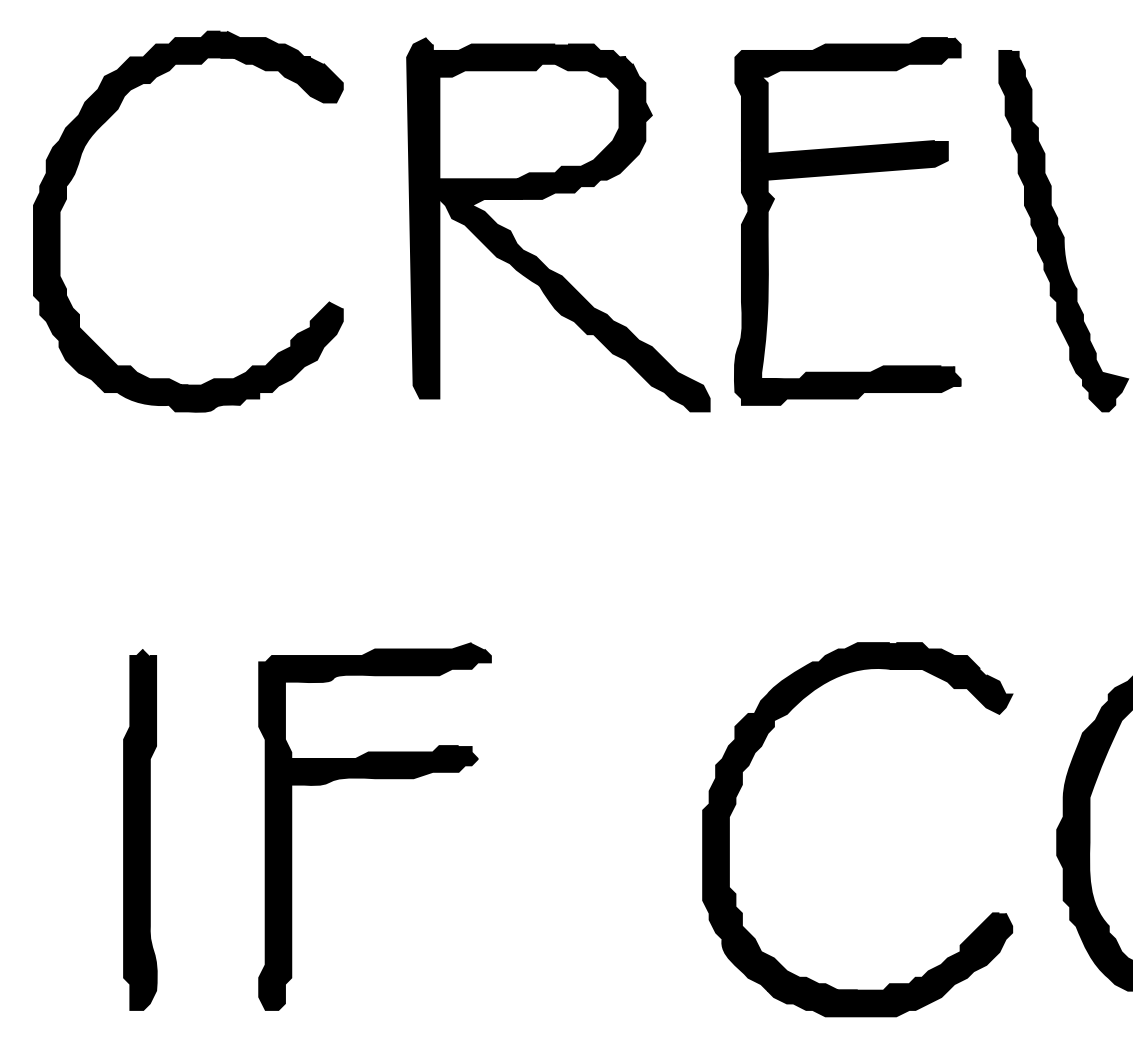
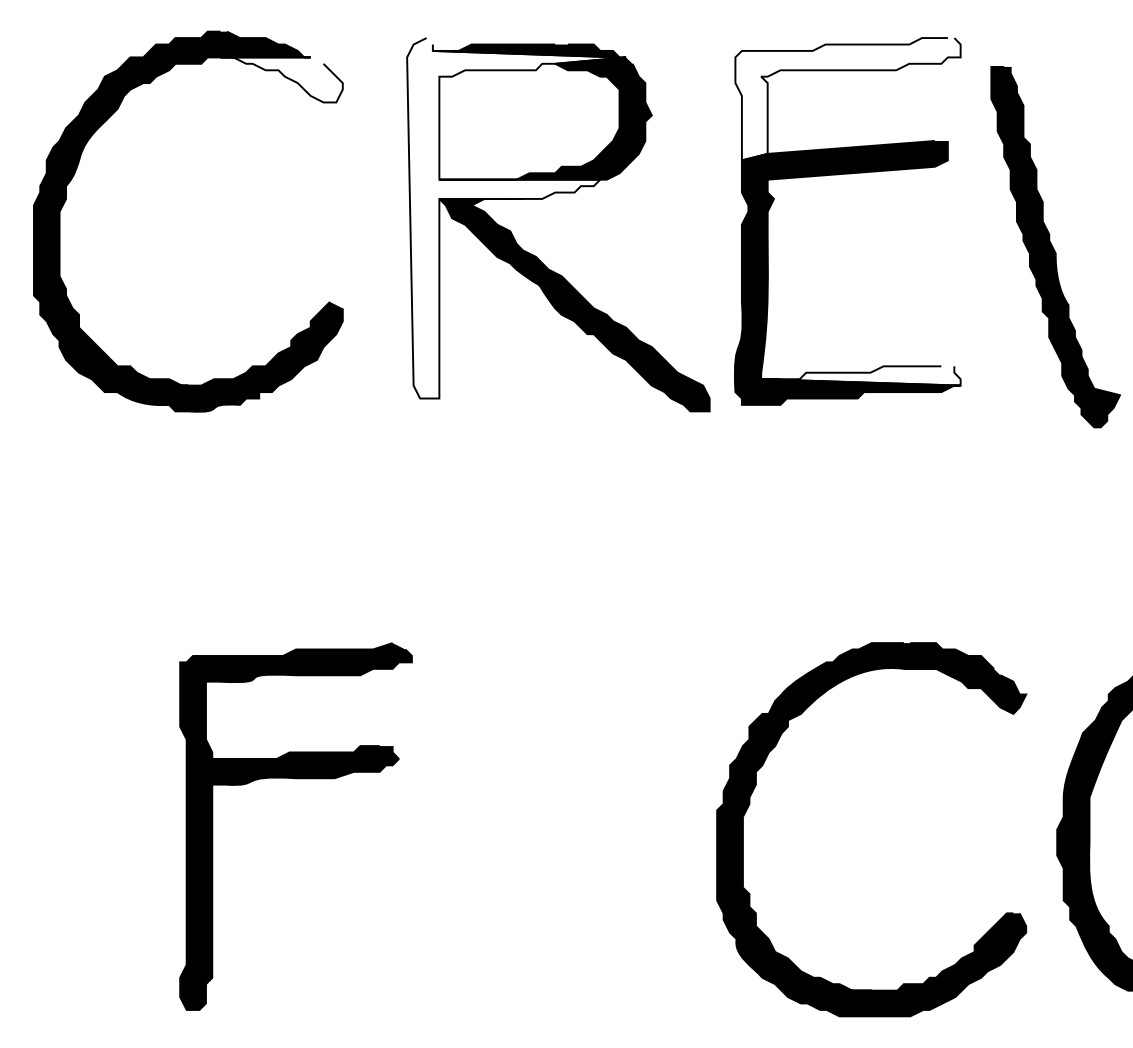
fill at (281, 79): present -> none
fill at (847, 99): present -> none
fill at (516, 218): present -> none
part at (1063, 231) position: (1063, 231) -> (1055, 247)
fill at (860, 375): present -> none
part at (374, 779) position: (374, 779) -> (295, 779)
part at (742, 785) position: (742, 785) -> (756, 785)
part at (140, 829): present -> none
